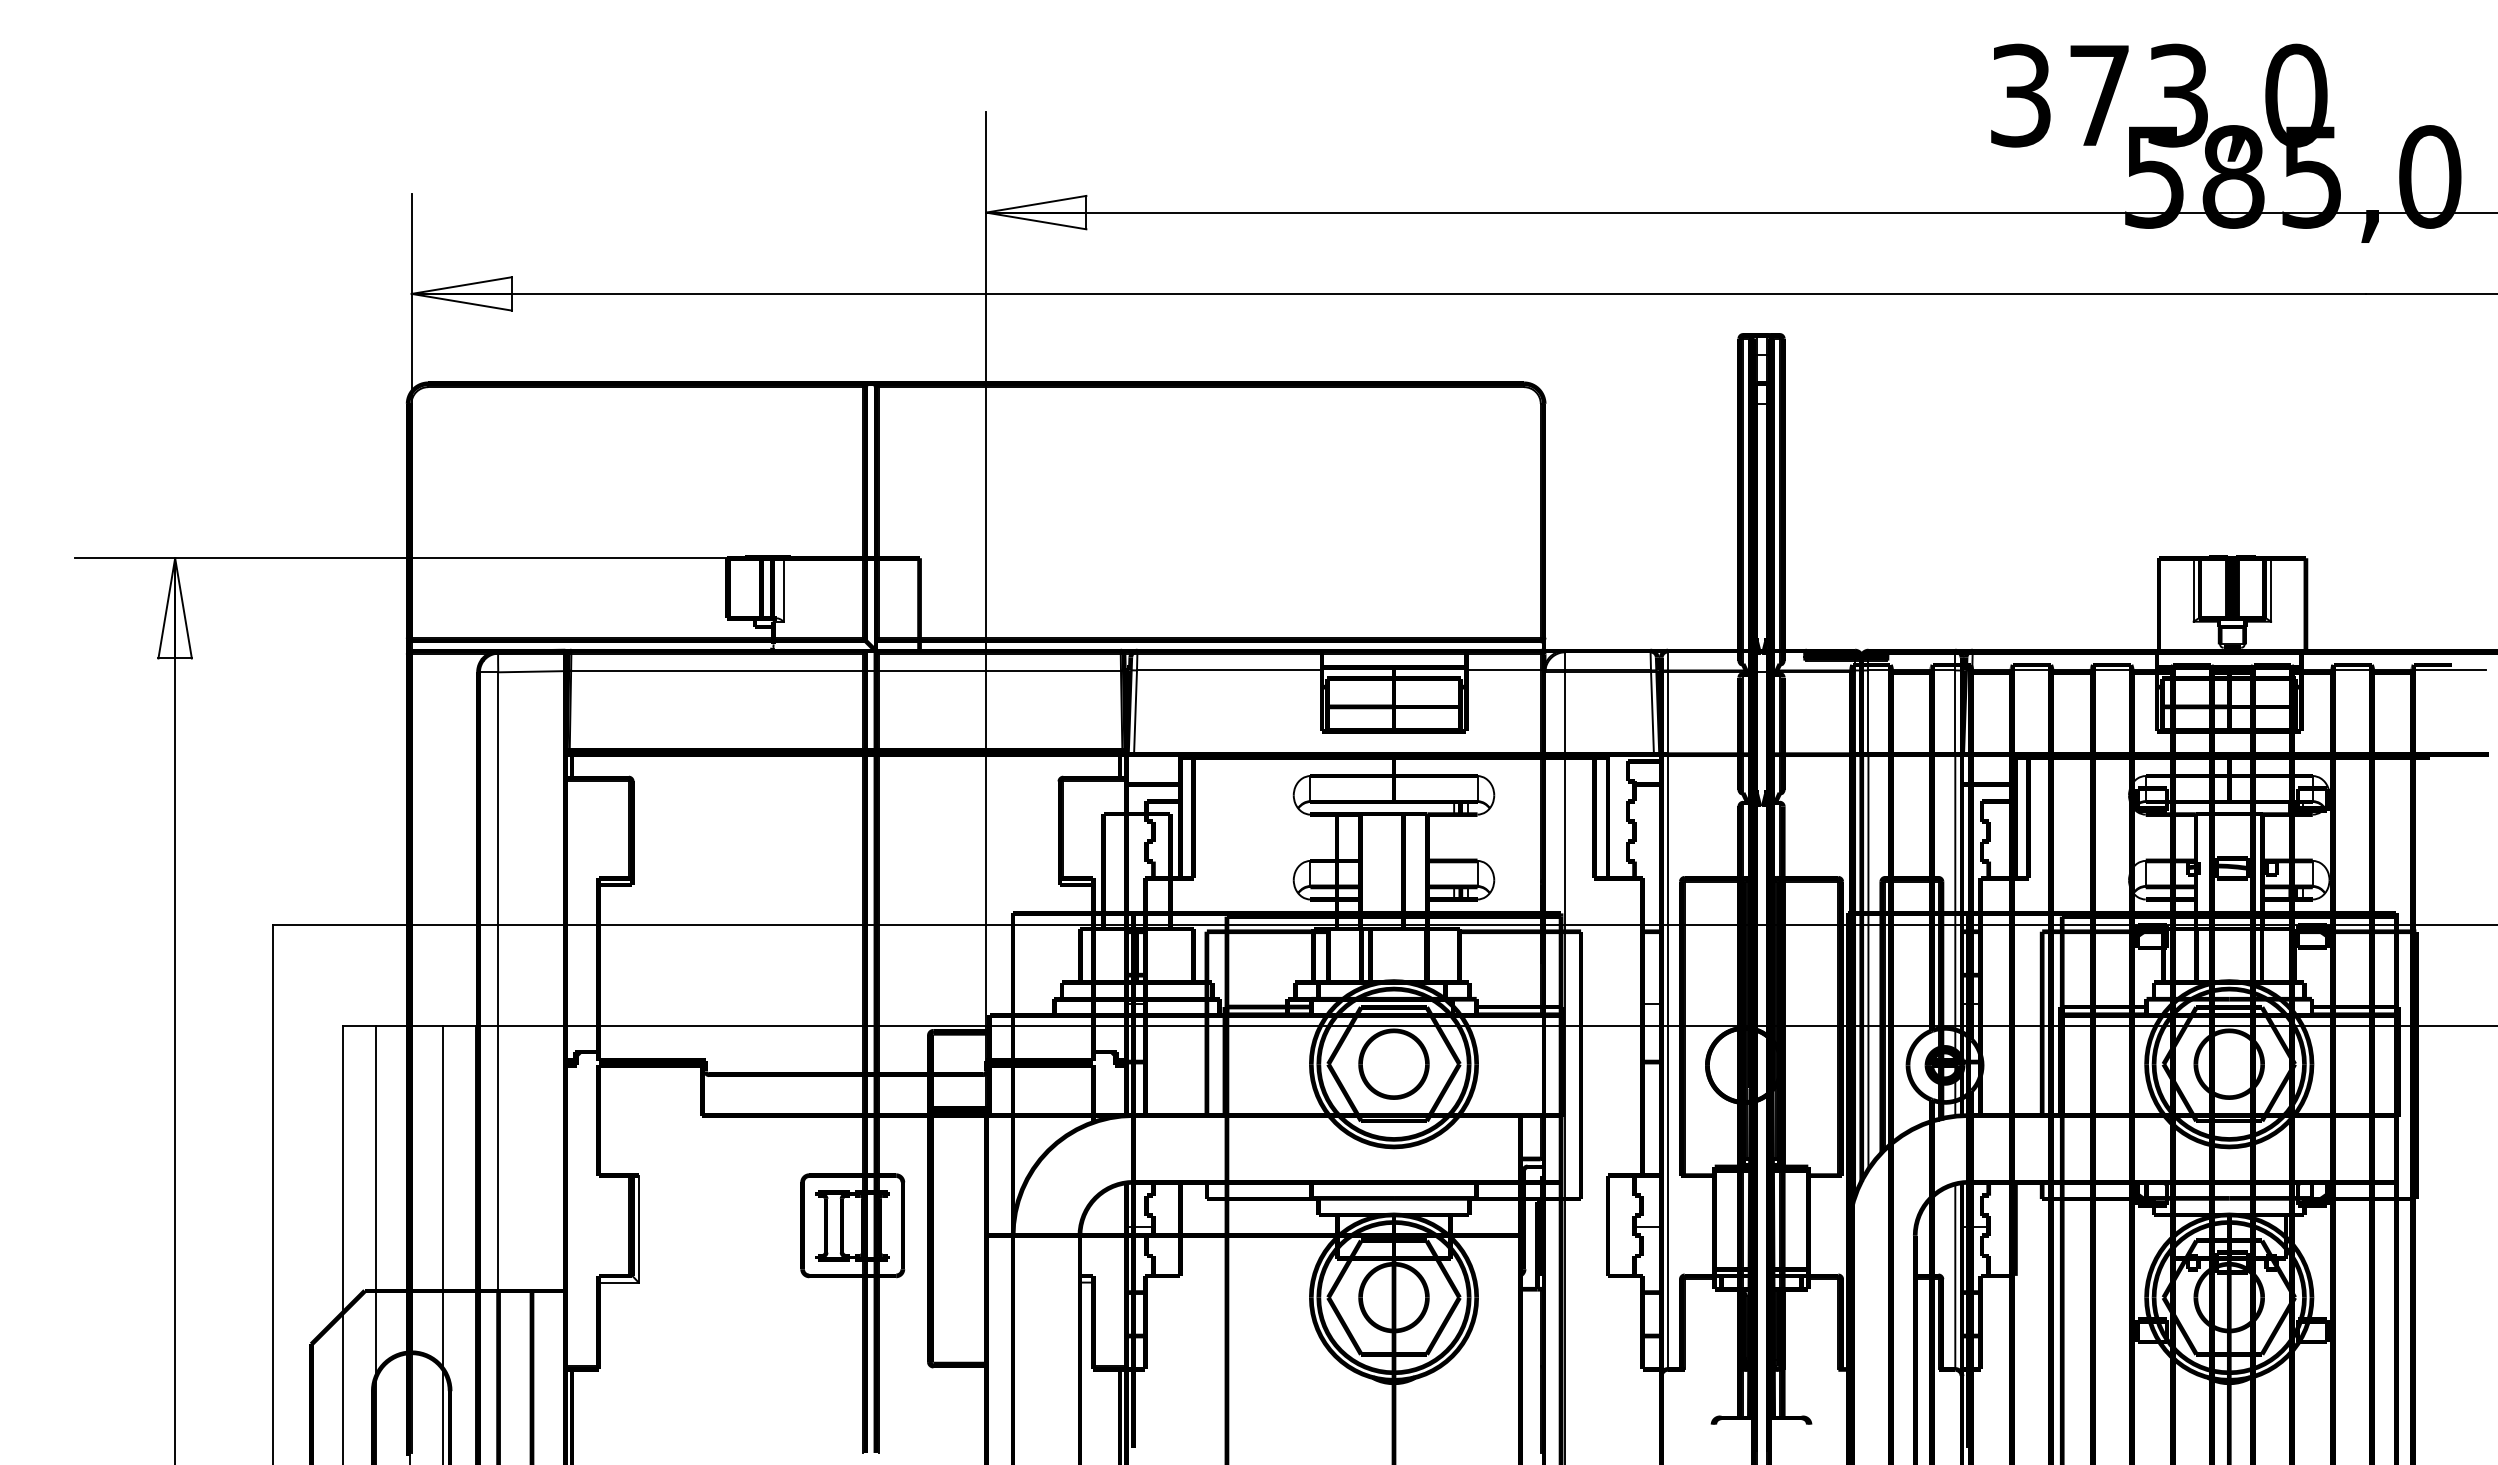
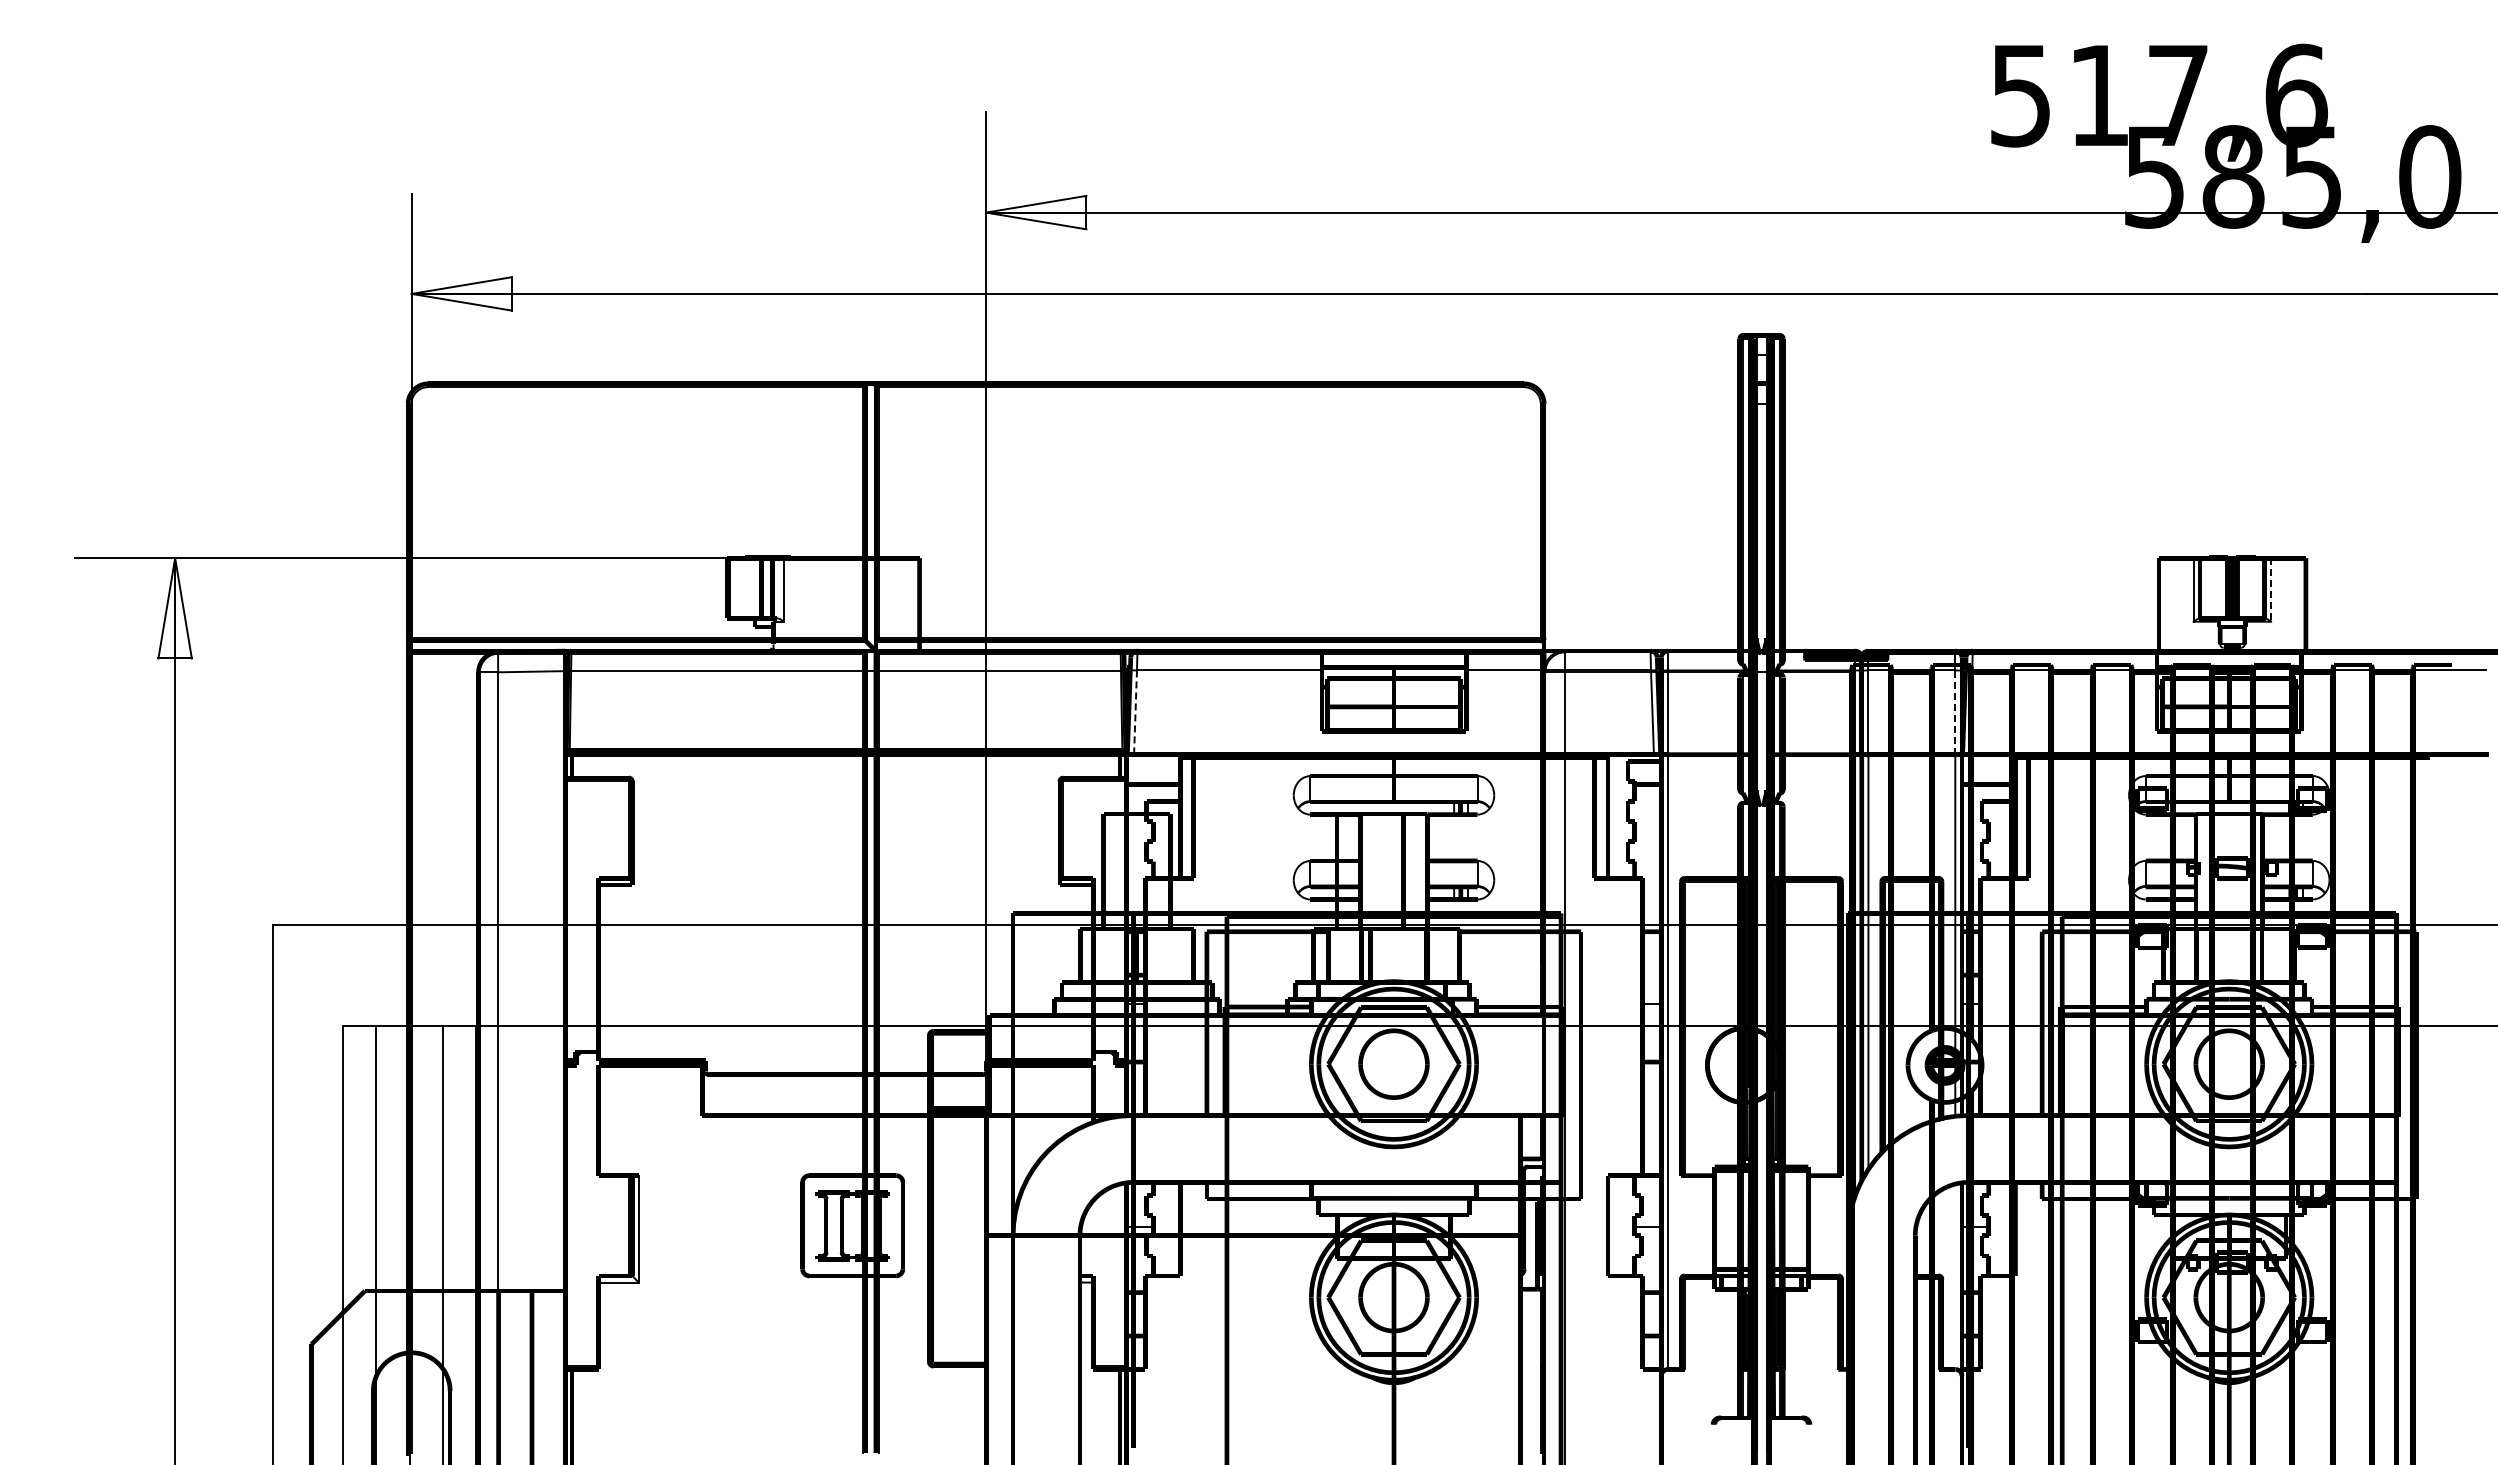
text at (2159, 95): 373,0 -> 517,6
line at (2271, 589): solid -> dashed
line at (1955, 712): solid -> dashed
line at (1135, 713): solid -> dashed
line at (1955, 1276): present -> none
